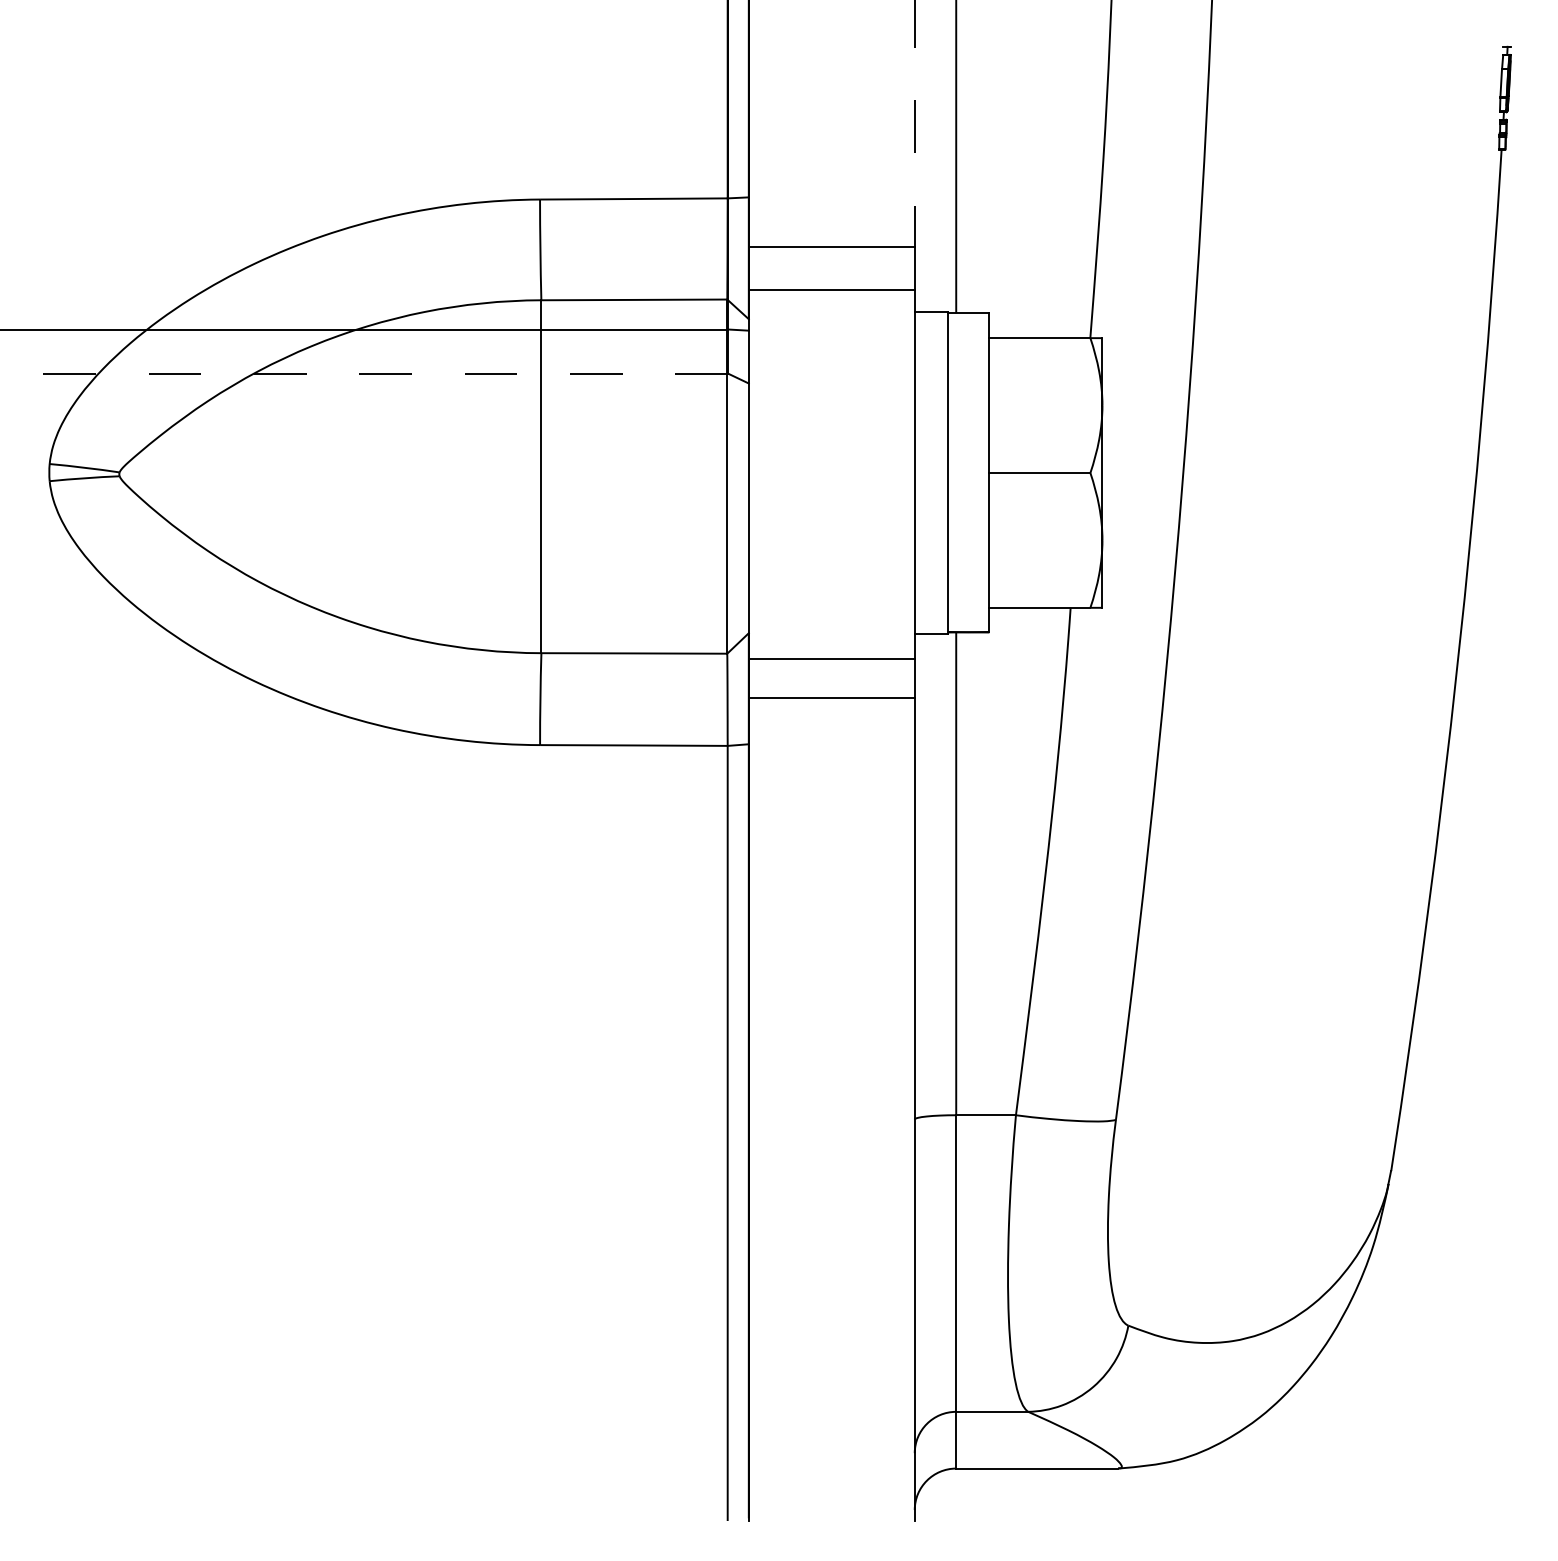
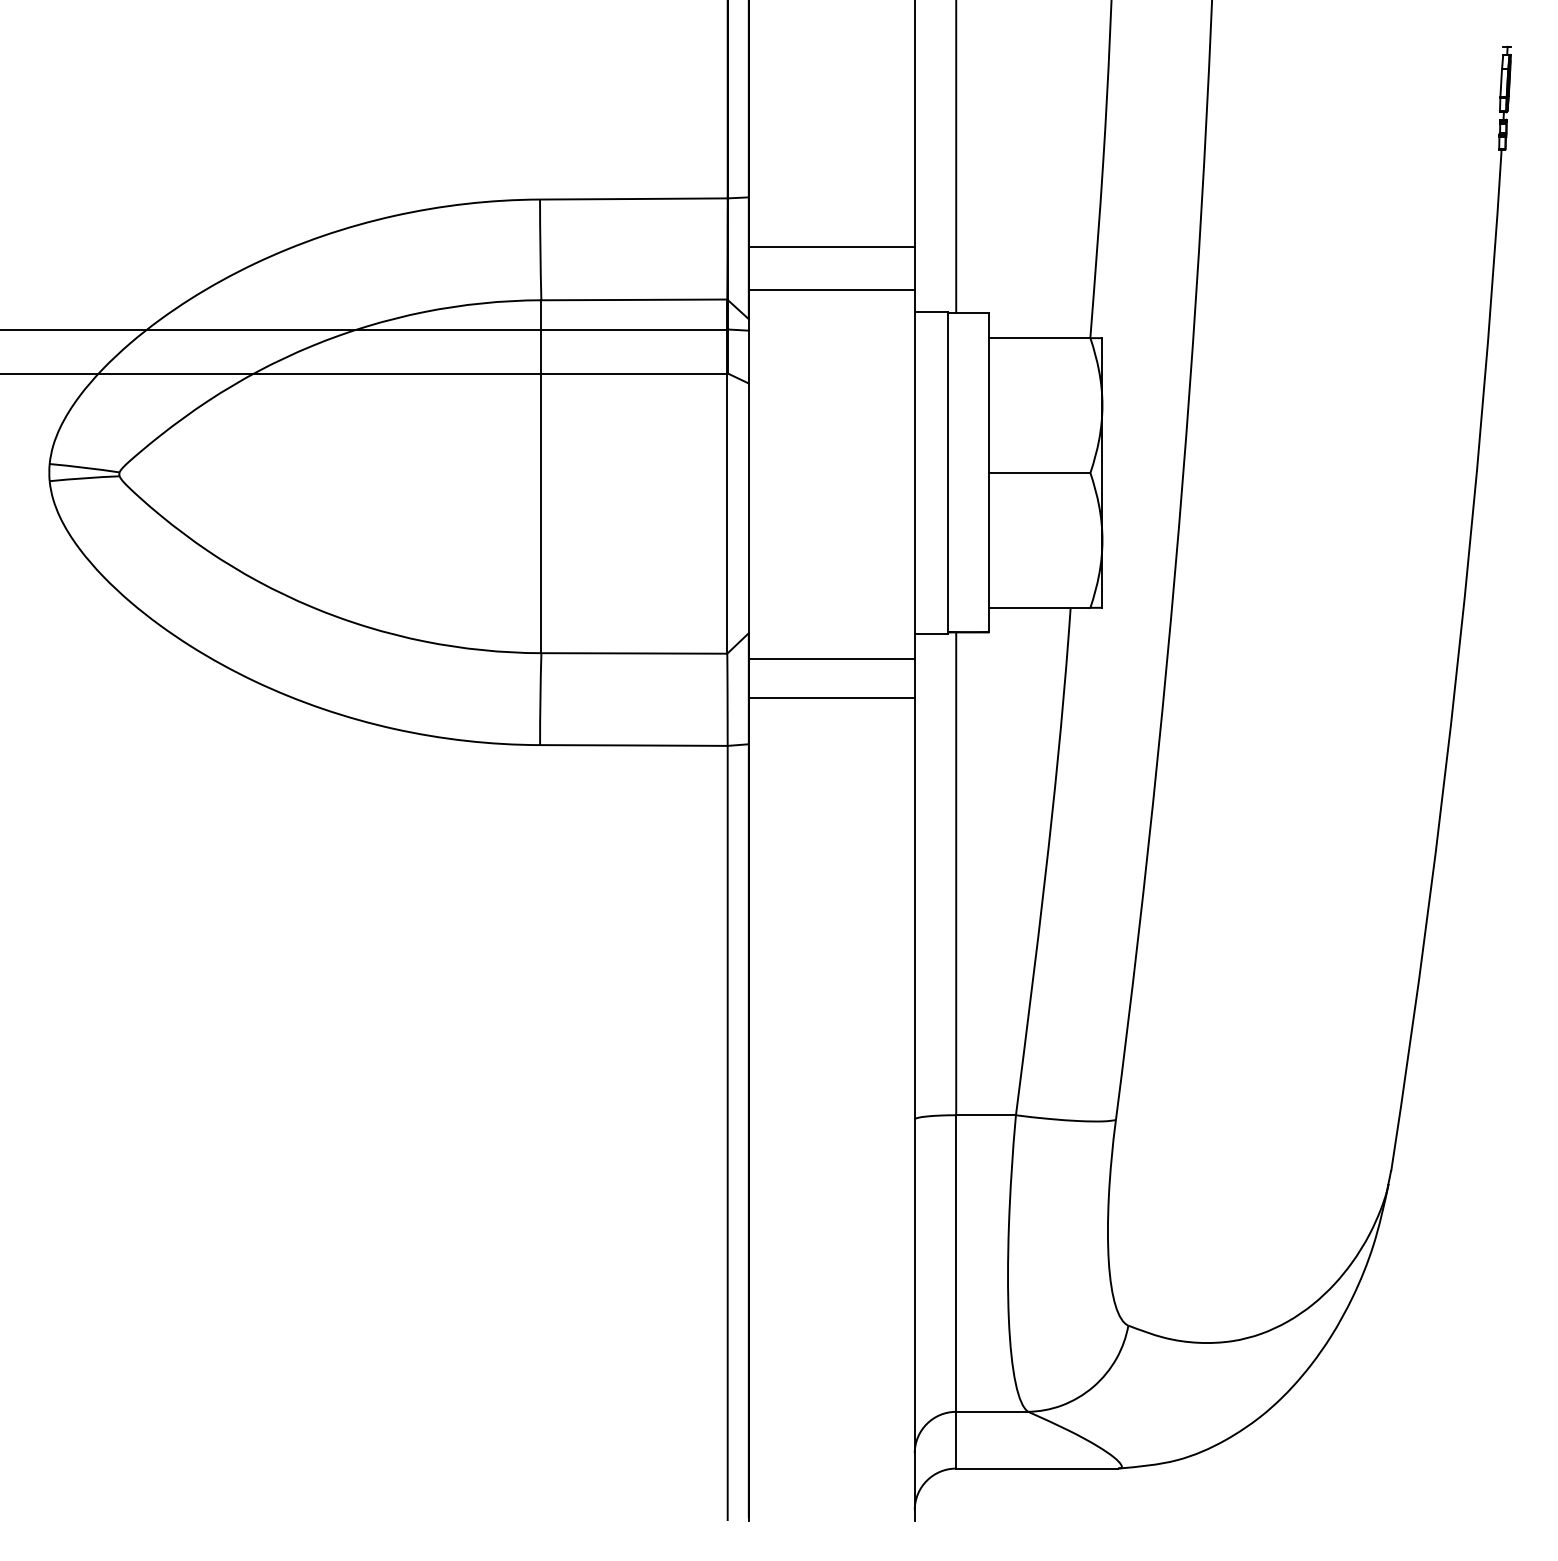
line at (914, 123): dashed -> solid
line at (364, 373): dashed -> solid
